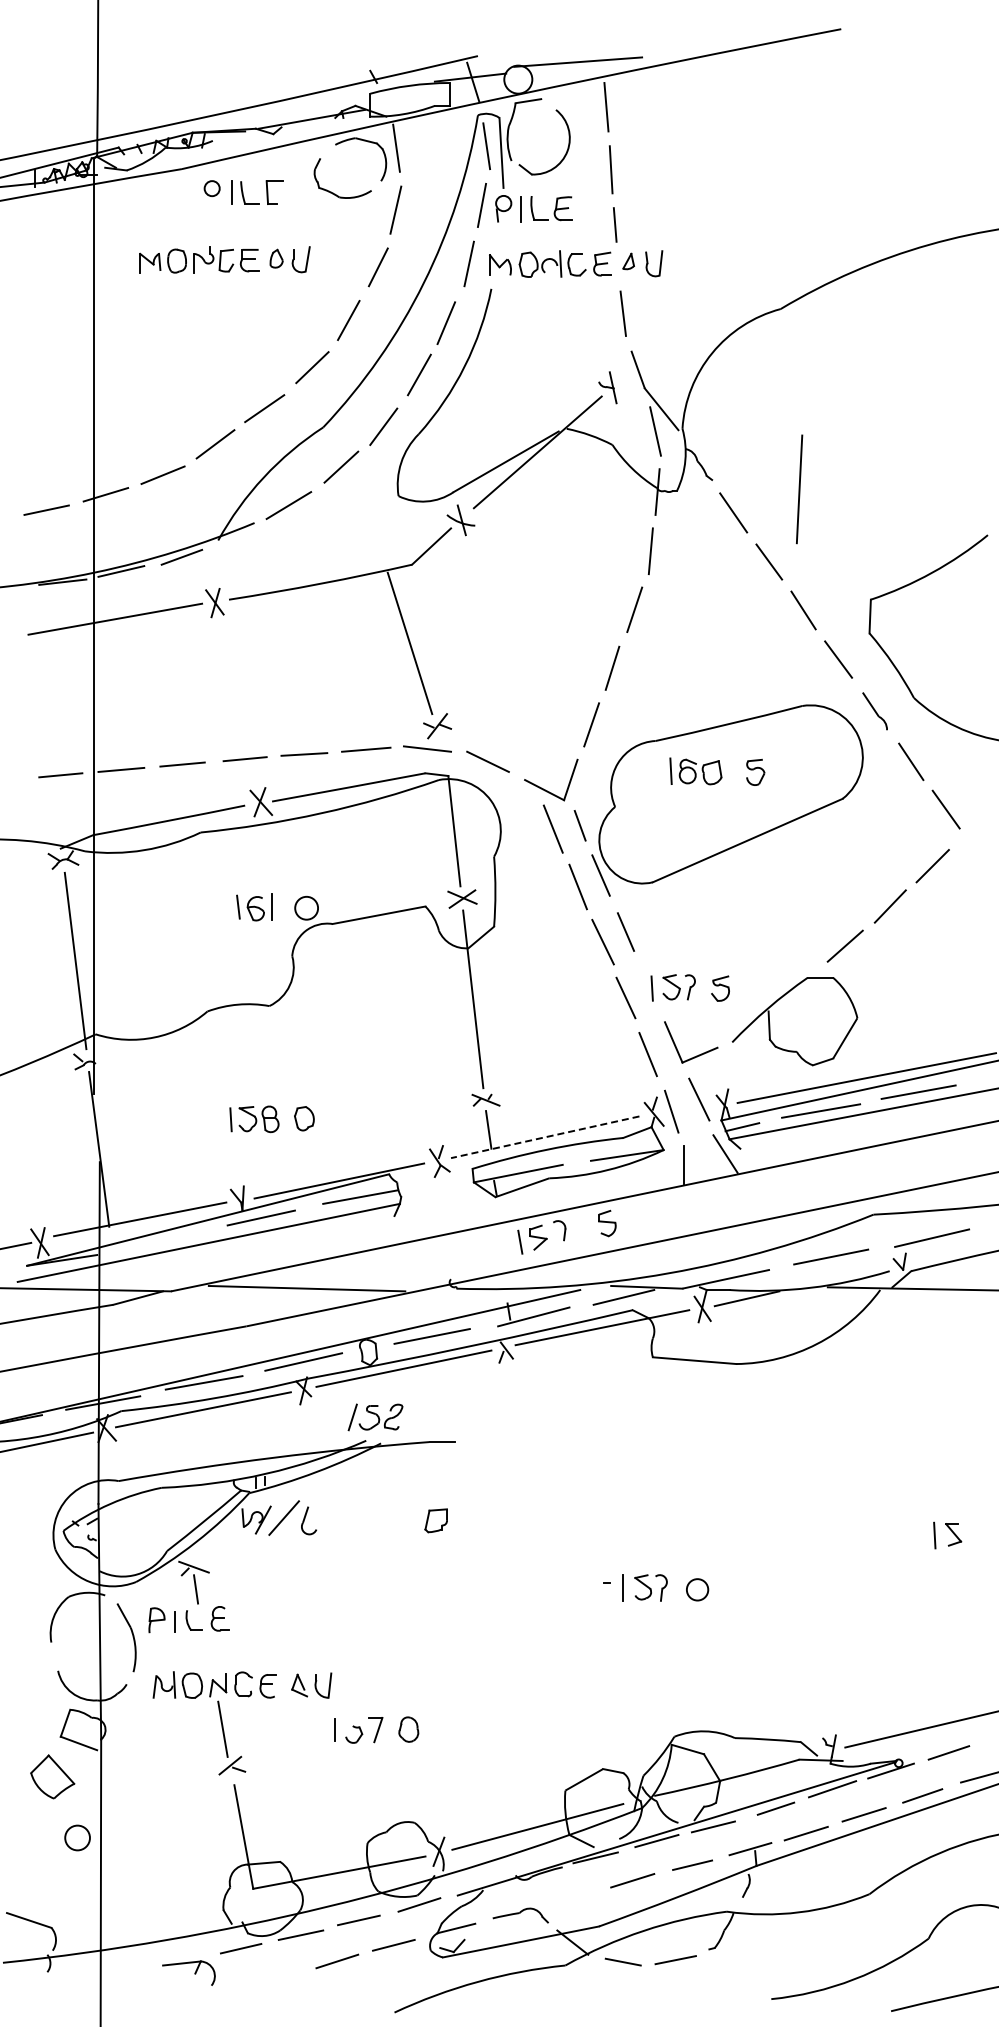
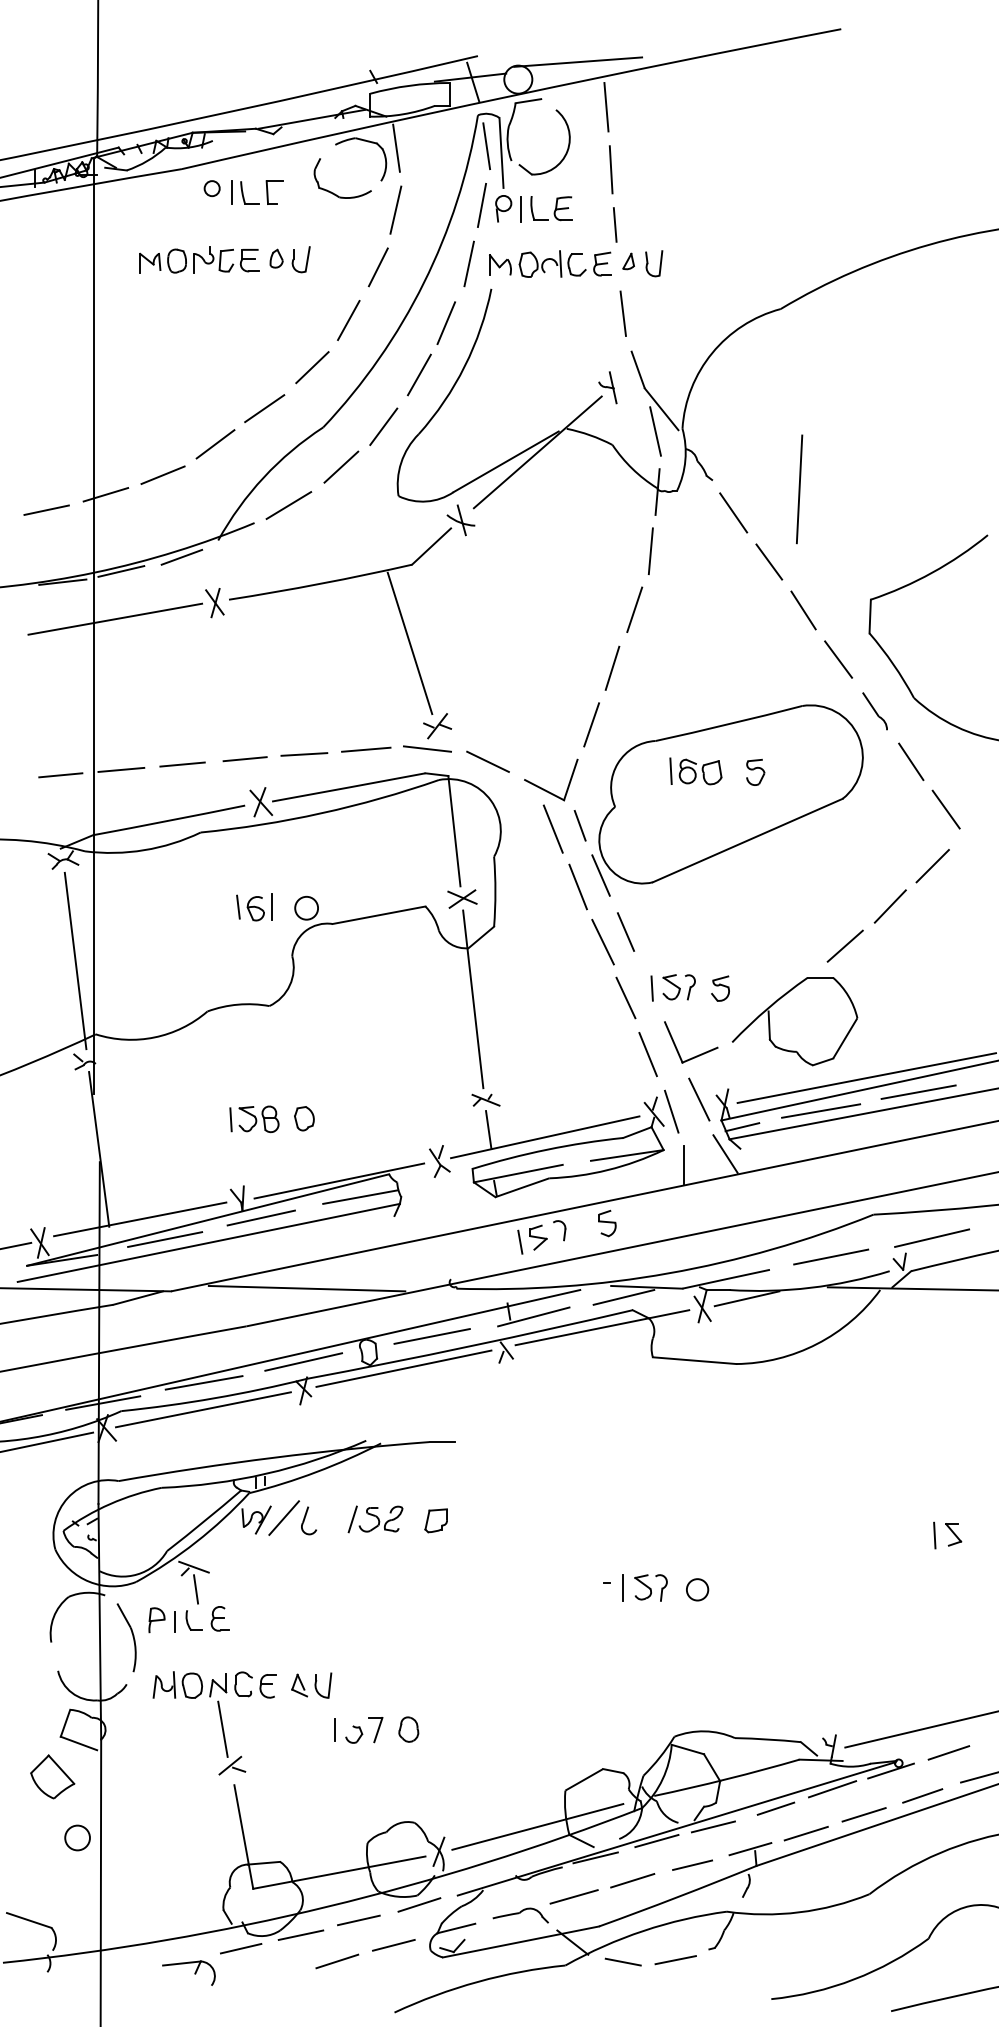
line at (544, 1137): dashed -> solid
line at (165, 1239): none -> present
part at (375, 1417) position: (375, 1417) -> (375, 1519)
line at (573, 1896): none -> present
